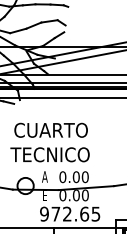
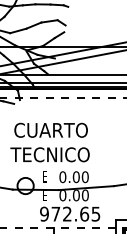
line at (63, 97): solid -> dashed
text at (44, 176): A -> E
line at (63, 227): solid -> dashed
